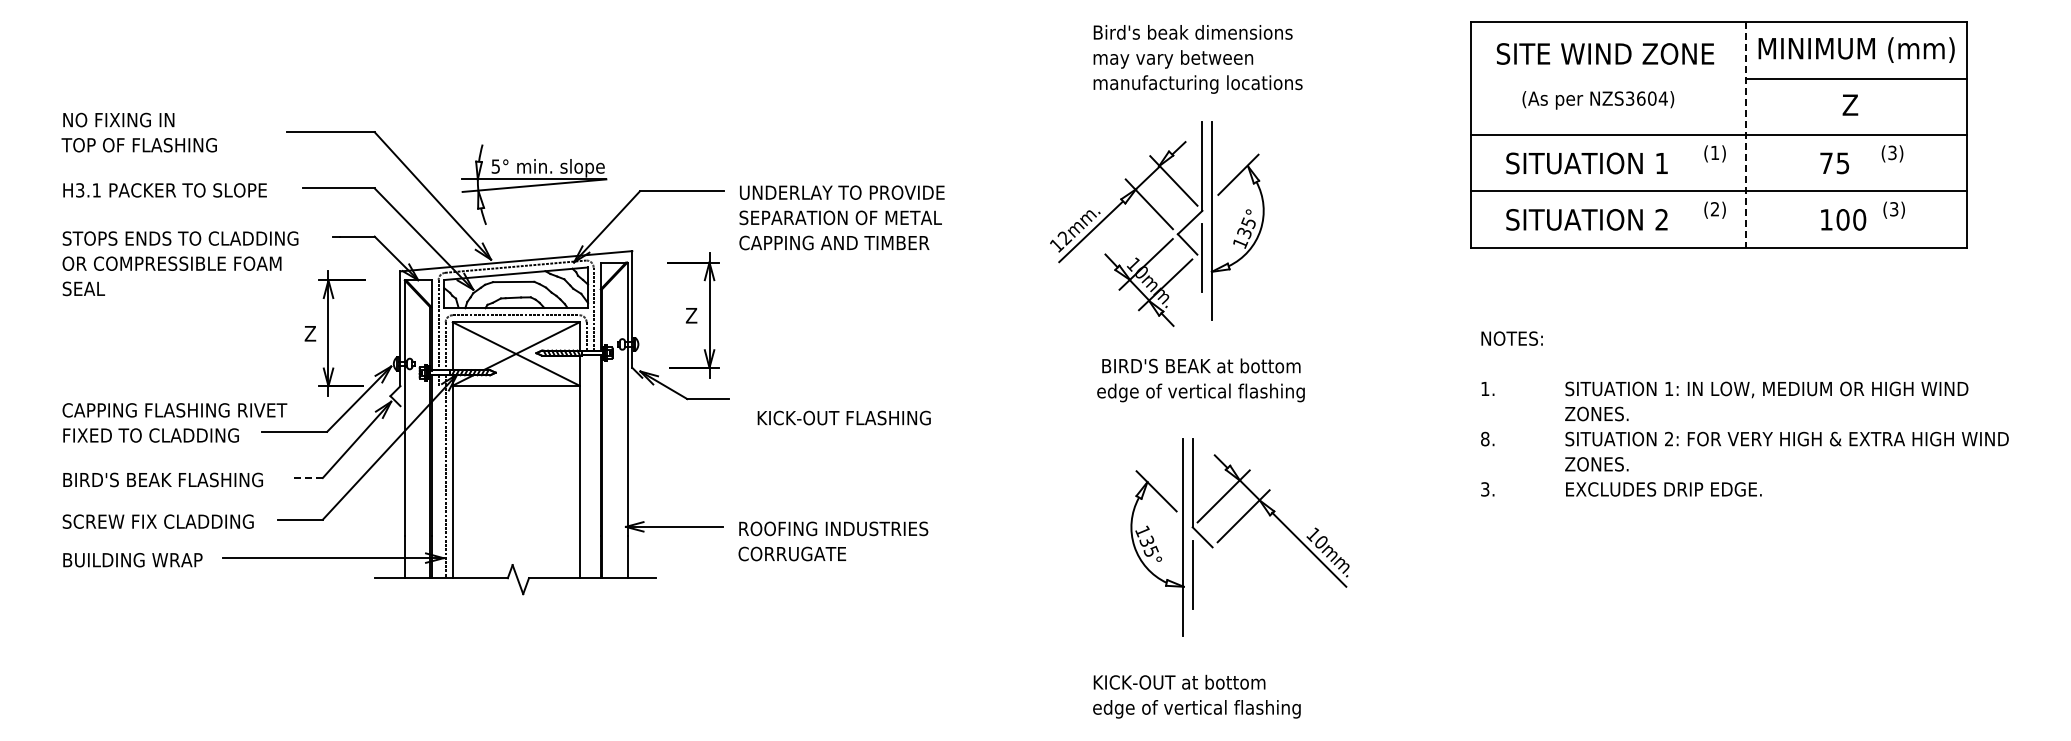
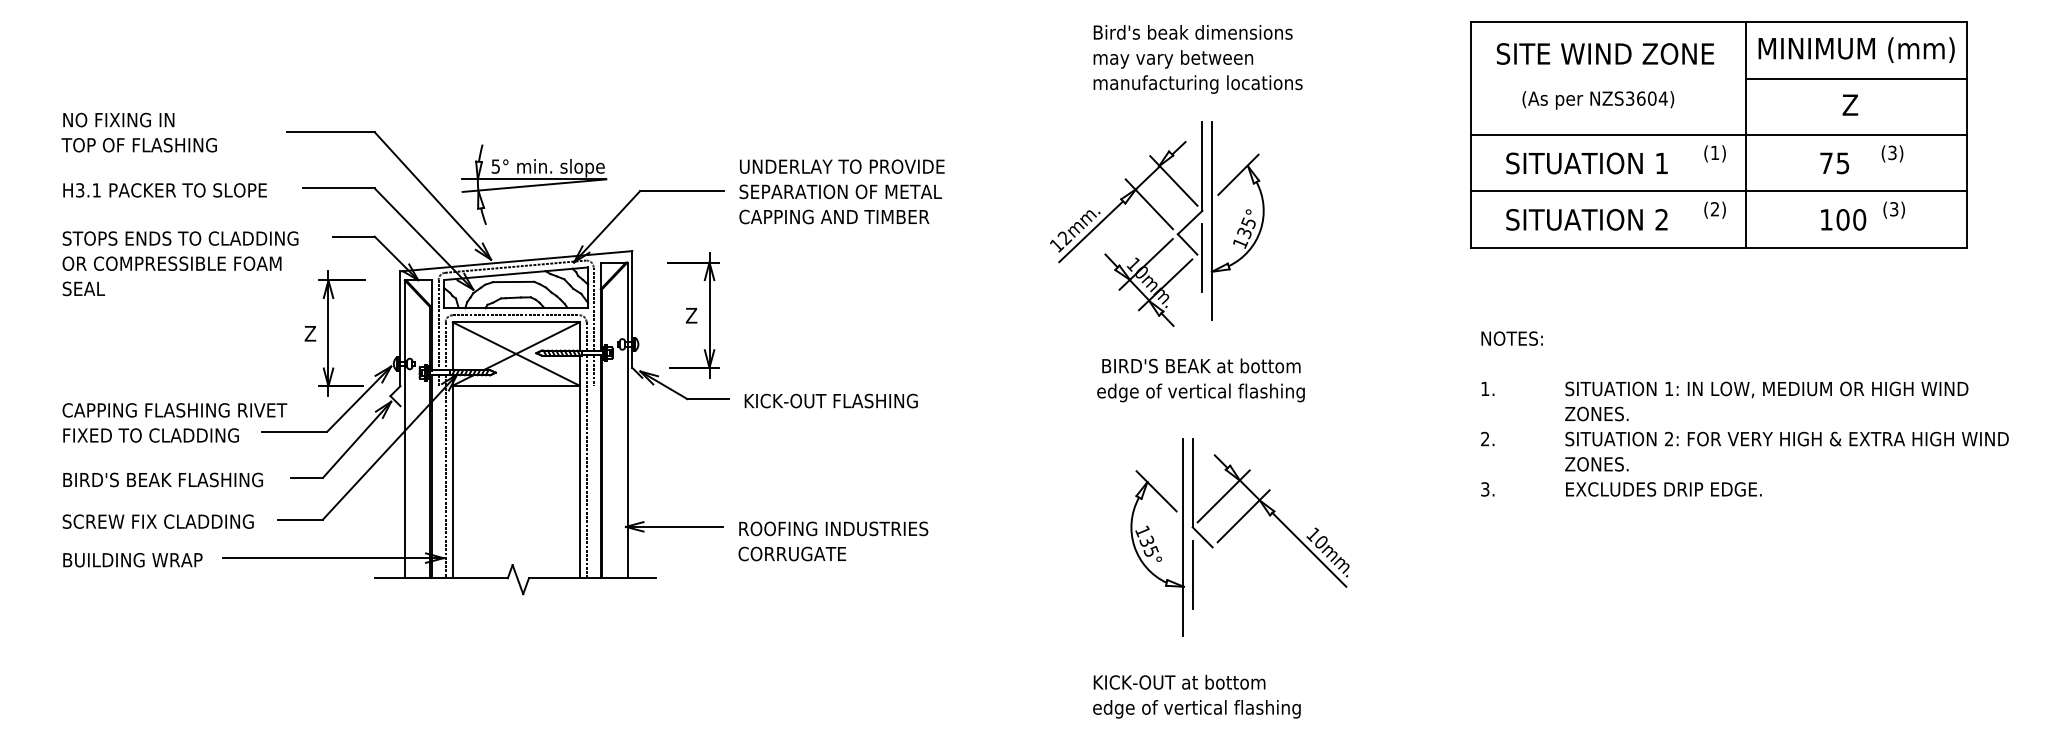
line at (1746, 135): dashed -> solid
text at (841, 217) position: (841, 217) -> (841, 191)
line at (593, 370): none -> present
text at (843, 417) position: (843, 417) -> (830, 400)
text at (1485, 439): 8. -> 2.
line at (586, 466): none -> present
line at (307, 478): dashed -> solid
